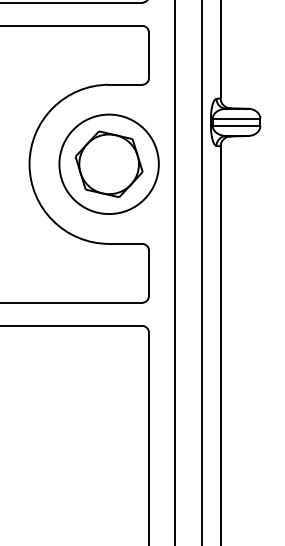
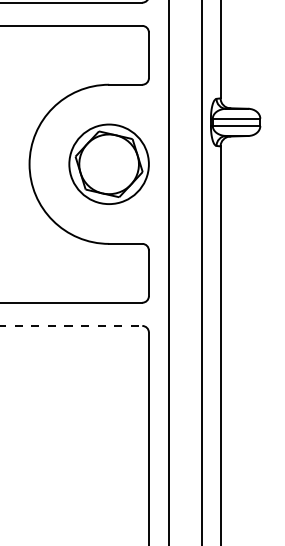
circle at (108, 164) diameter: 99 px -> 80 px
line at (175, 272) position: (175, 272) -> (169, 272)
line at (71, 325): solid -> dashed
